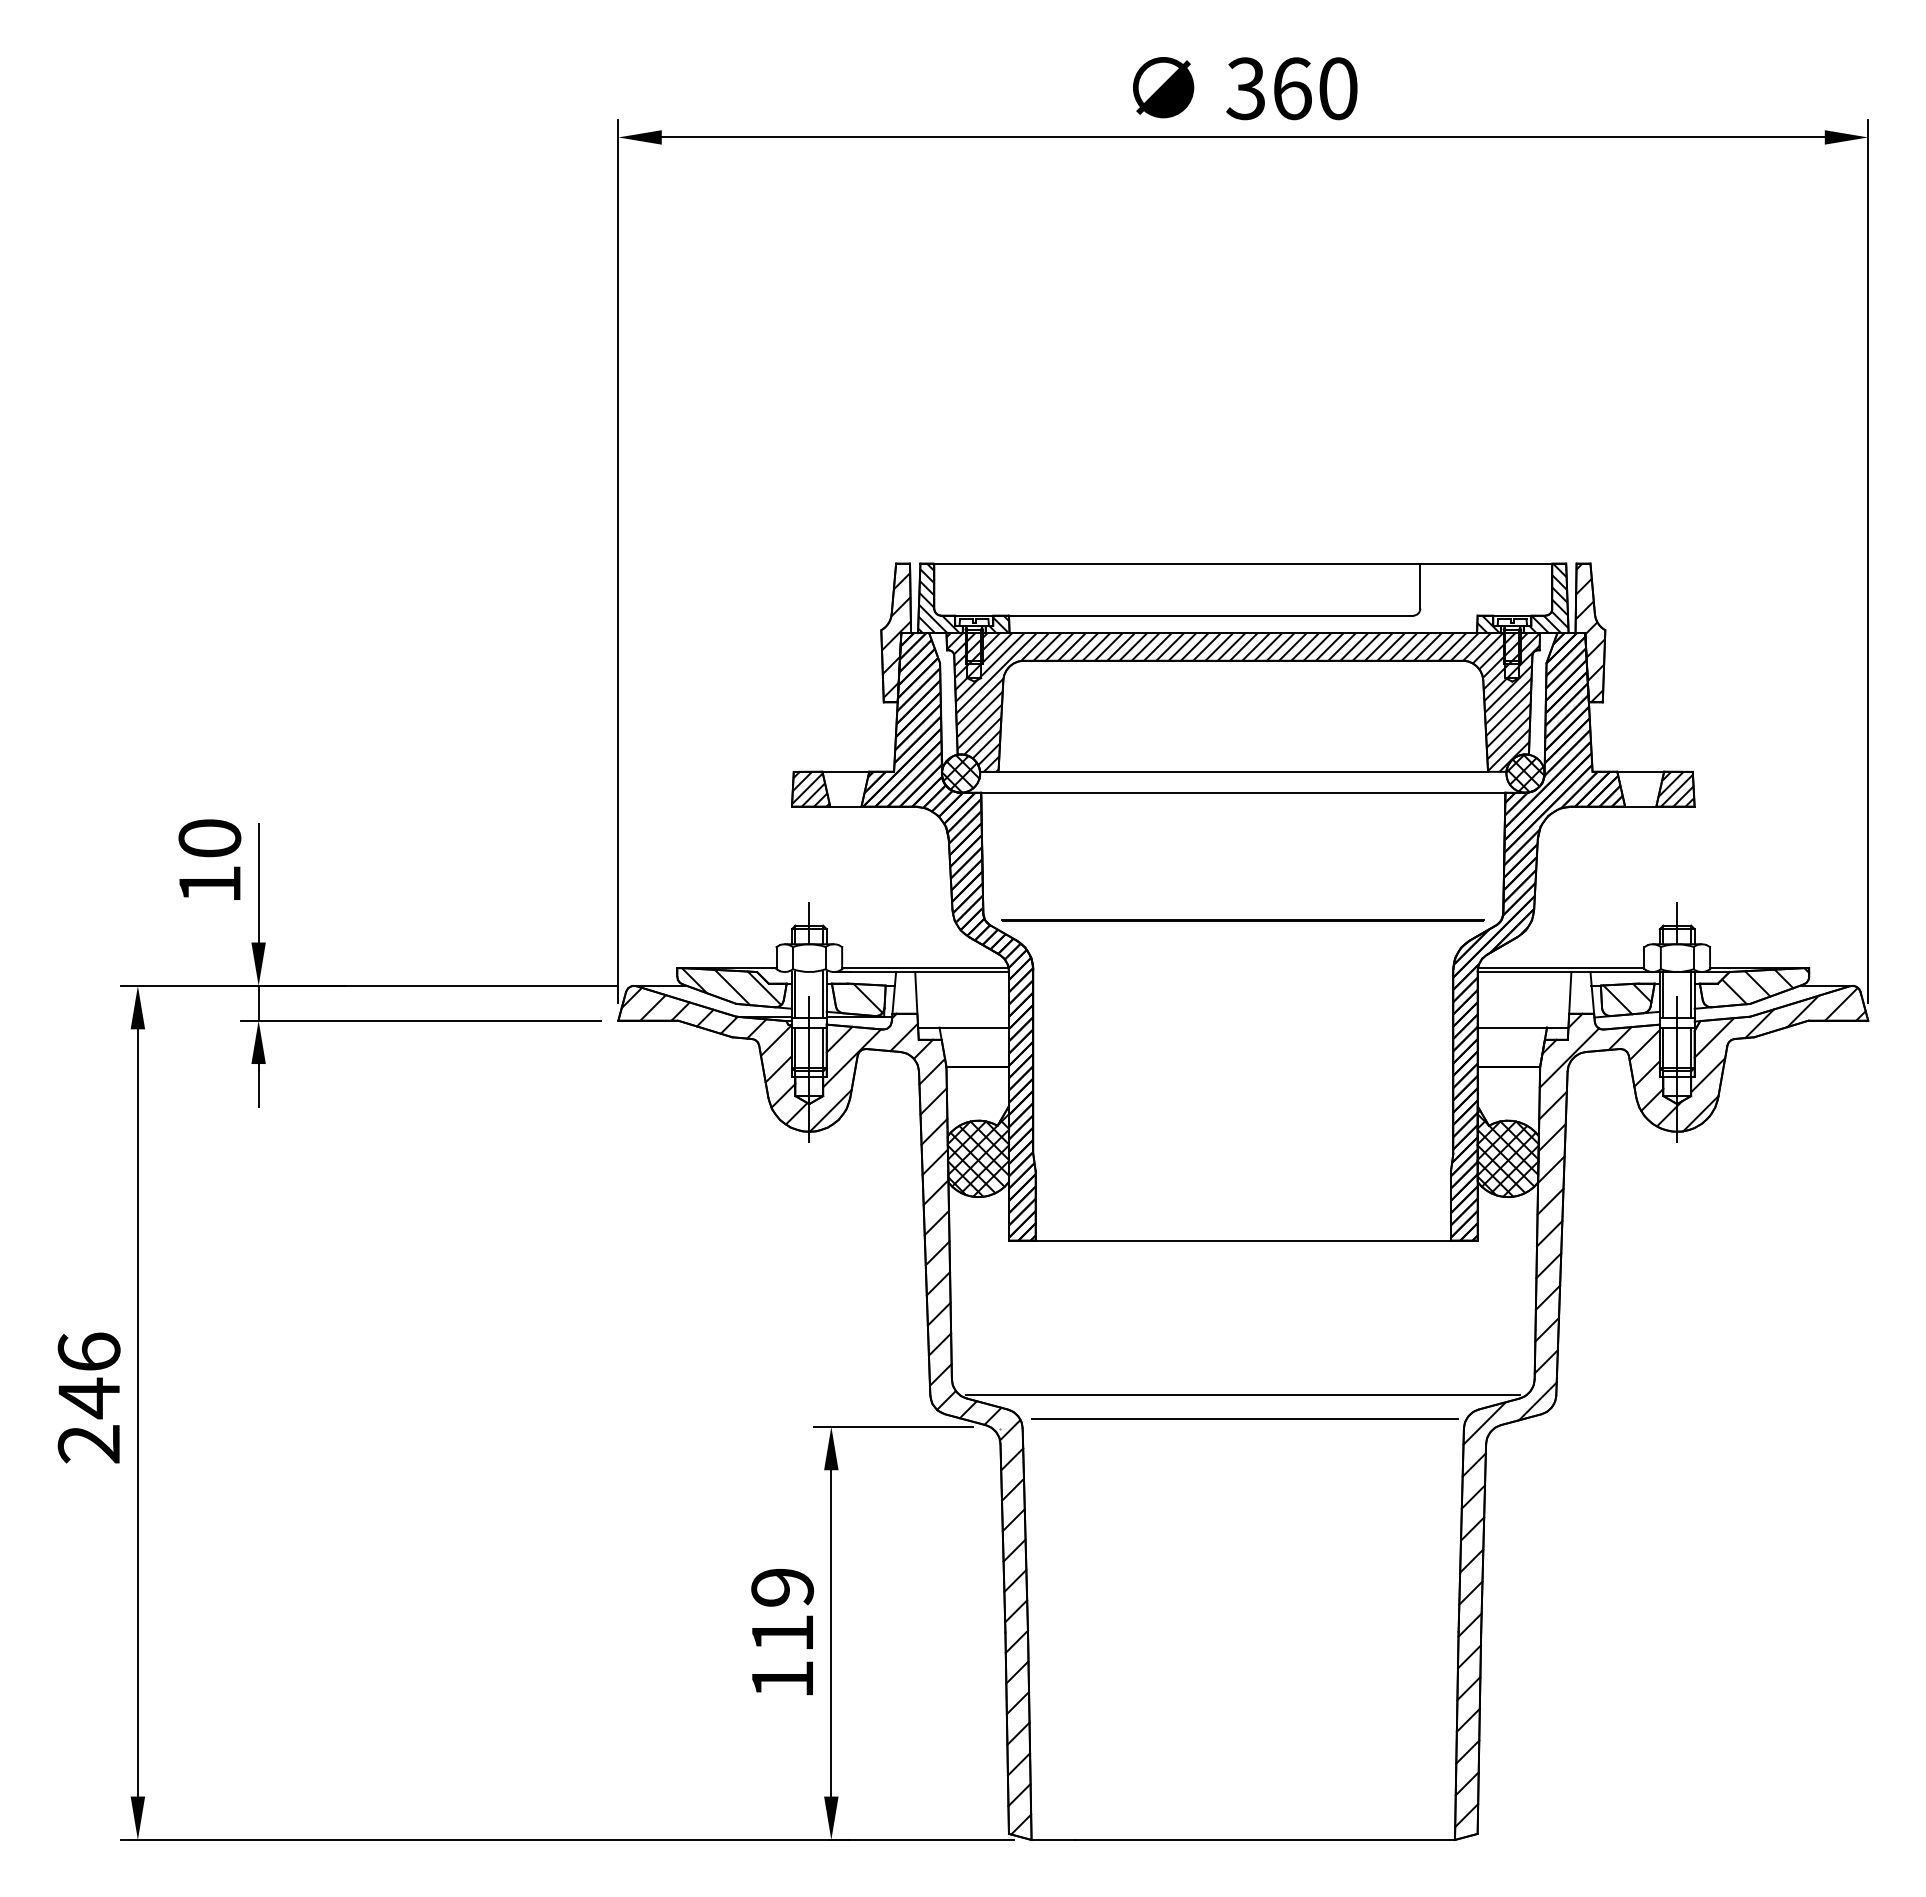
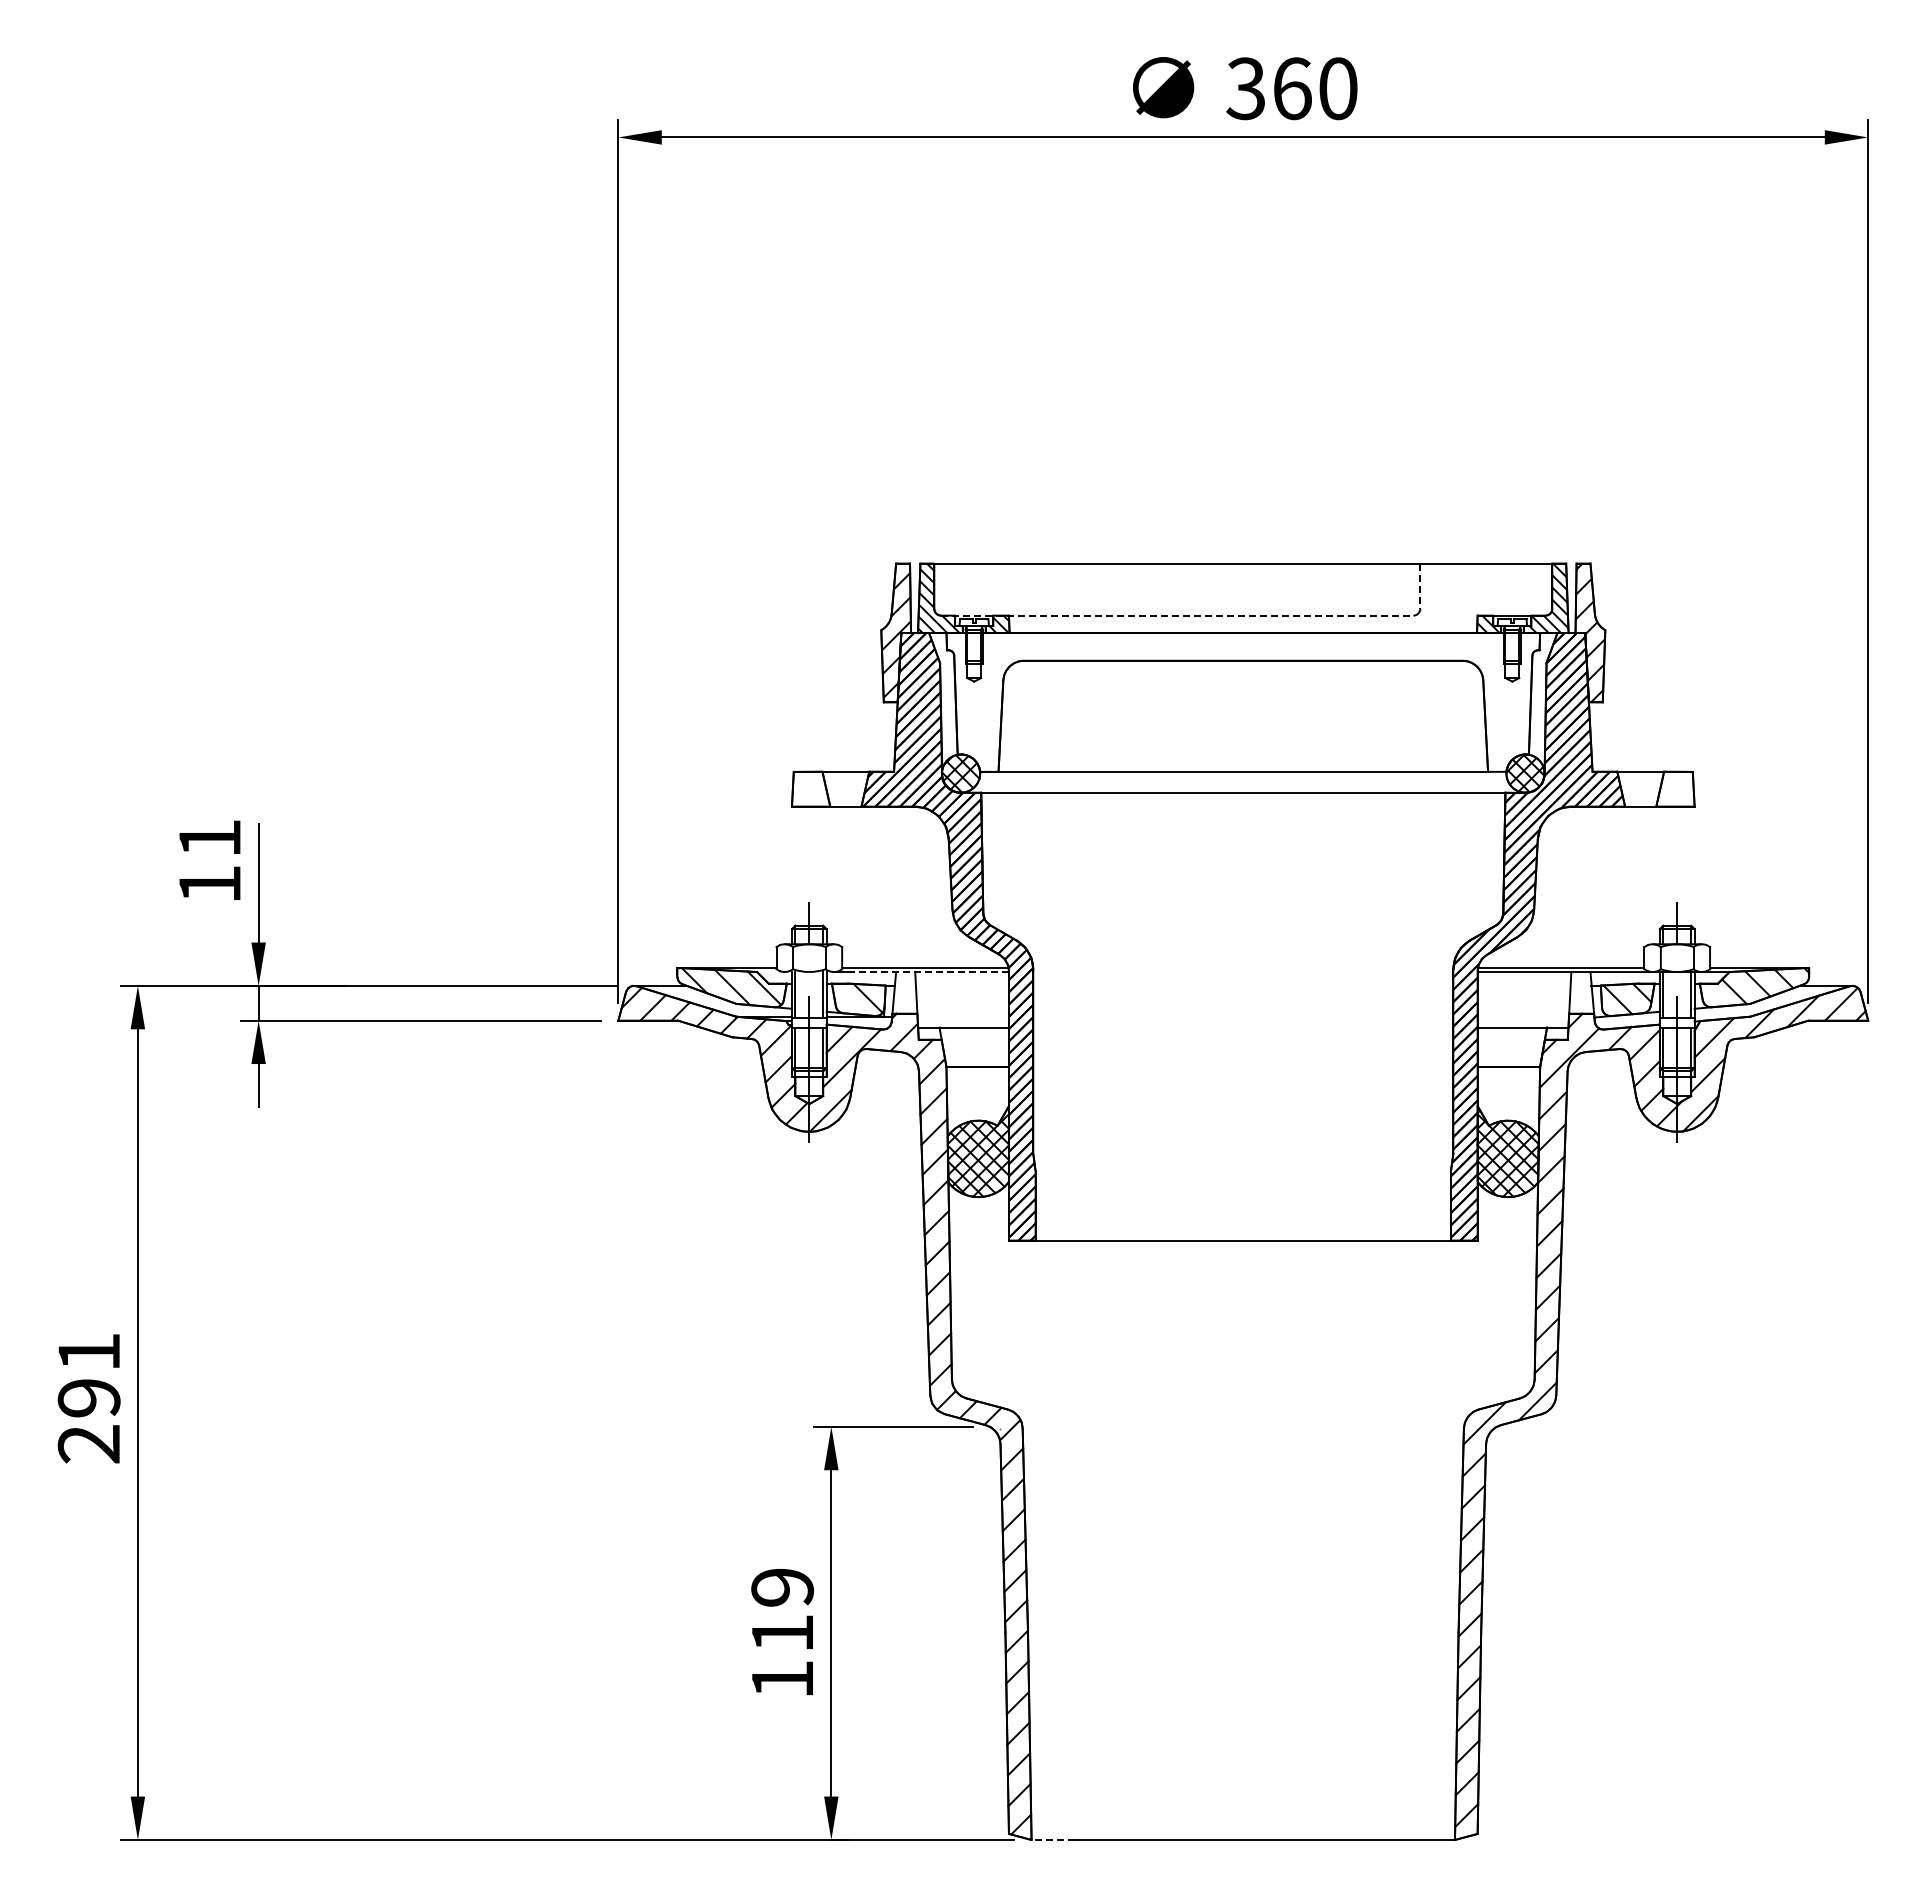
line at (1420, 586): solid -> dashed
line at (1177, 615): solid -> dashed
hatch at (1243, 701): present -> none
hatch at (810, 788): present -> none
hatch at (1676, 788): present -> none
text at (209, 838): 10 -> 11
line at (1242, 920): present -> none
line at (923, 972): solid -> dashed
text at (88, 1375): 246 -> 291
line at (1243, 1394): present -> none
line at (1244, 1419): present -> none
line at (1053, 1839): solid -> dashed
